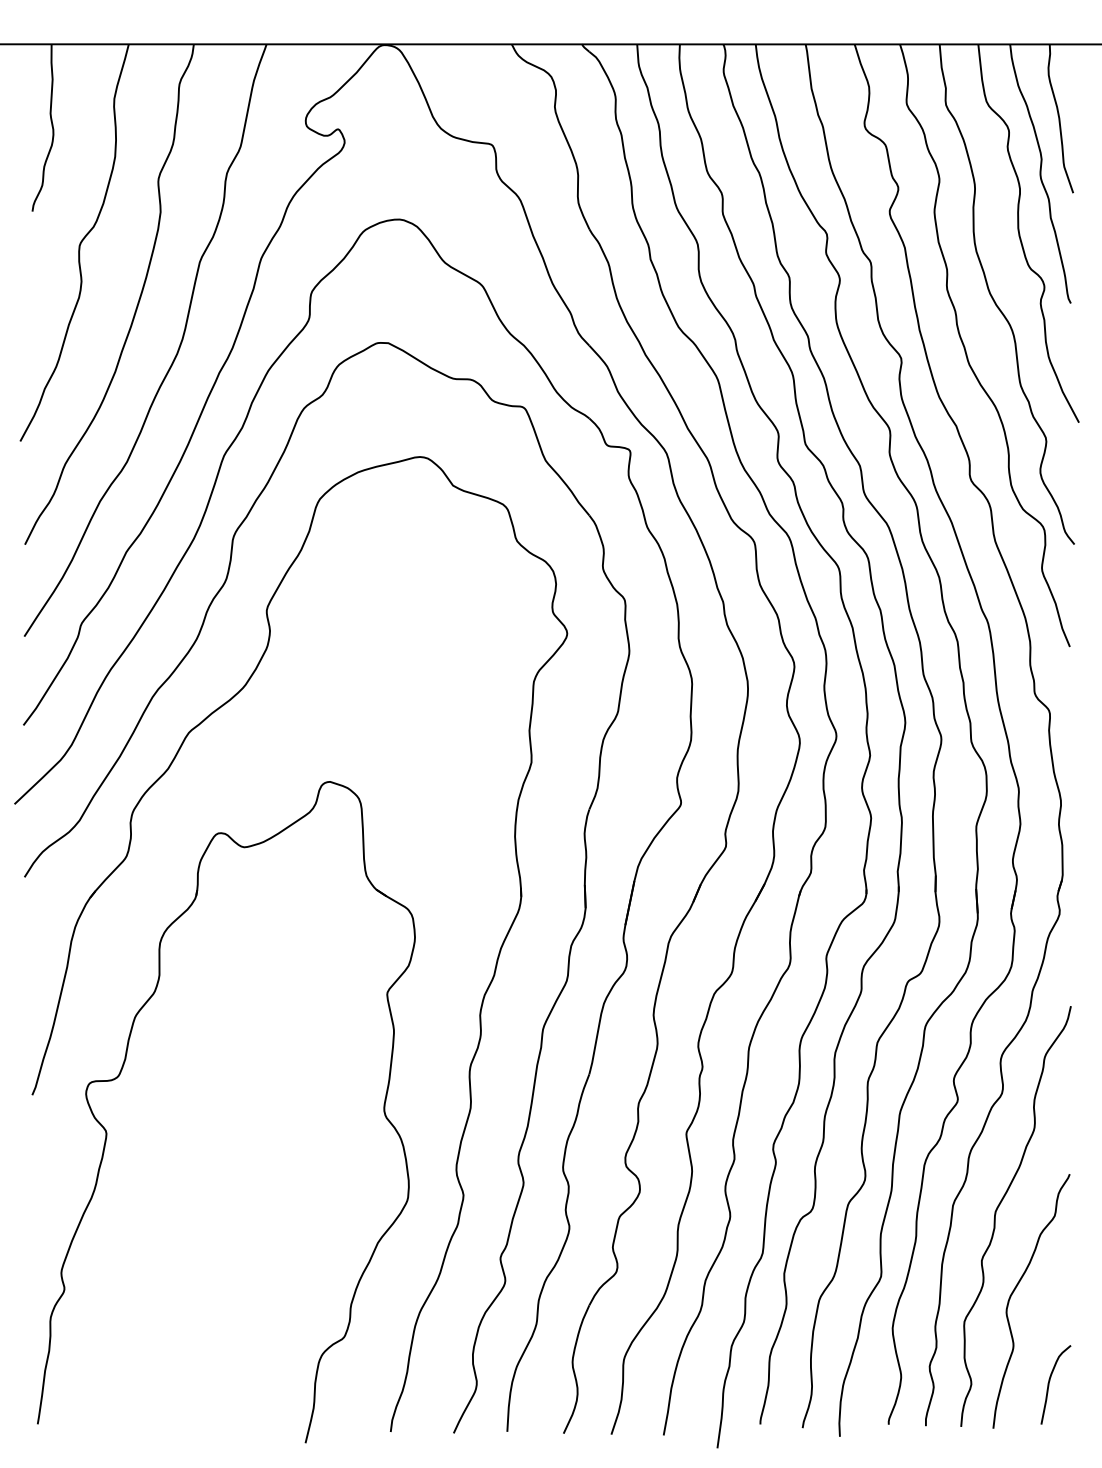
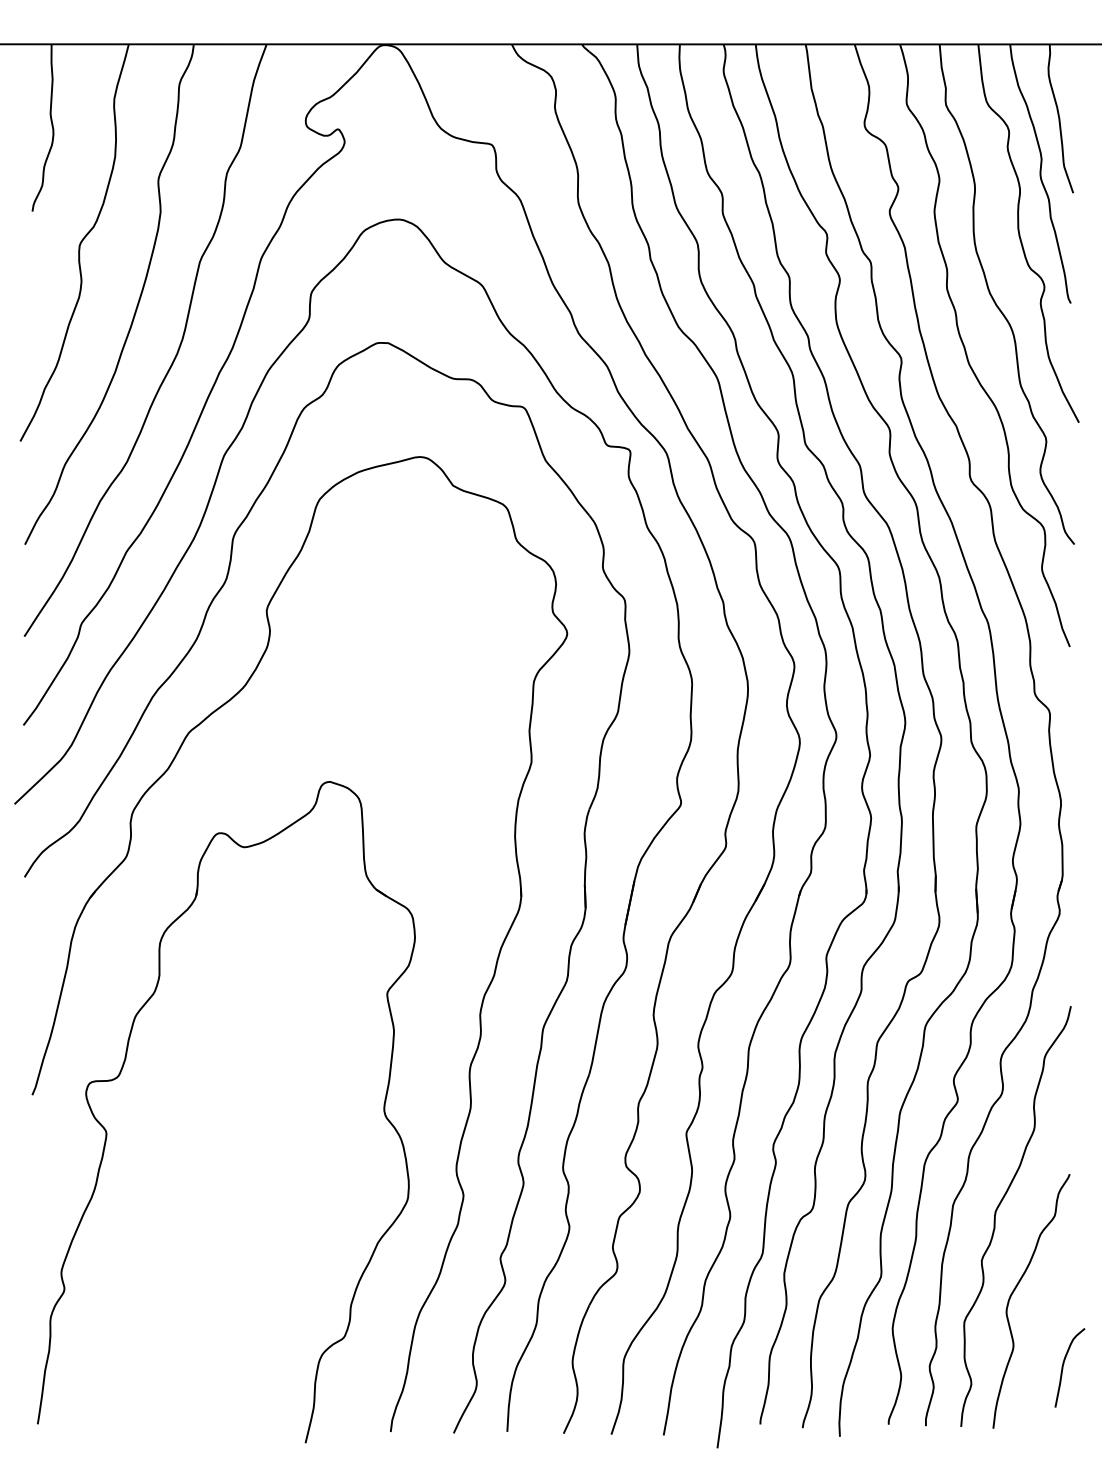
curve at (1050, 1381) position: (1050, 1381) -> (1064, 1364)
